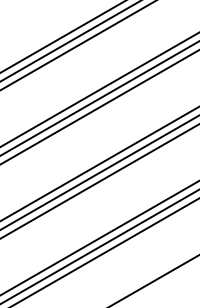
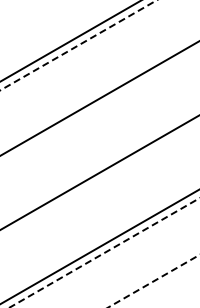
line at (62, 36): present -> none
line at (78, 45): solid -> dashed
line at (99, 89): present -> none
line at (99, 107): present -> none
line at (99, 163): present -> none
line at (99, 181): present -> none
line at (99, 238): present -> none
line at (104, 252): solid -> dashed
line at (153, 281): solid -> dashed
